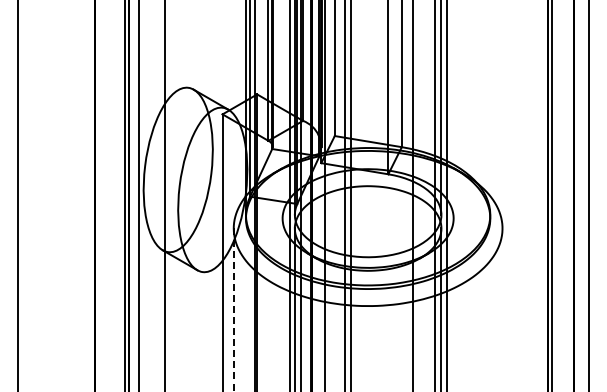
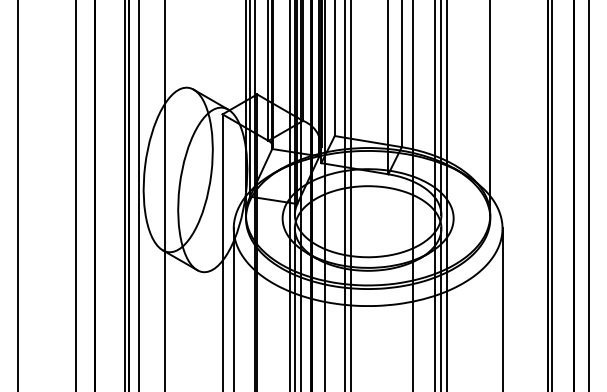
line at (490, 108): none -> present
line at (76, 195): none -> present
line at (502, 308): none -> present
line at (233, 310): dashed -> solid
